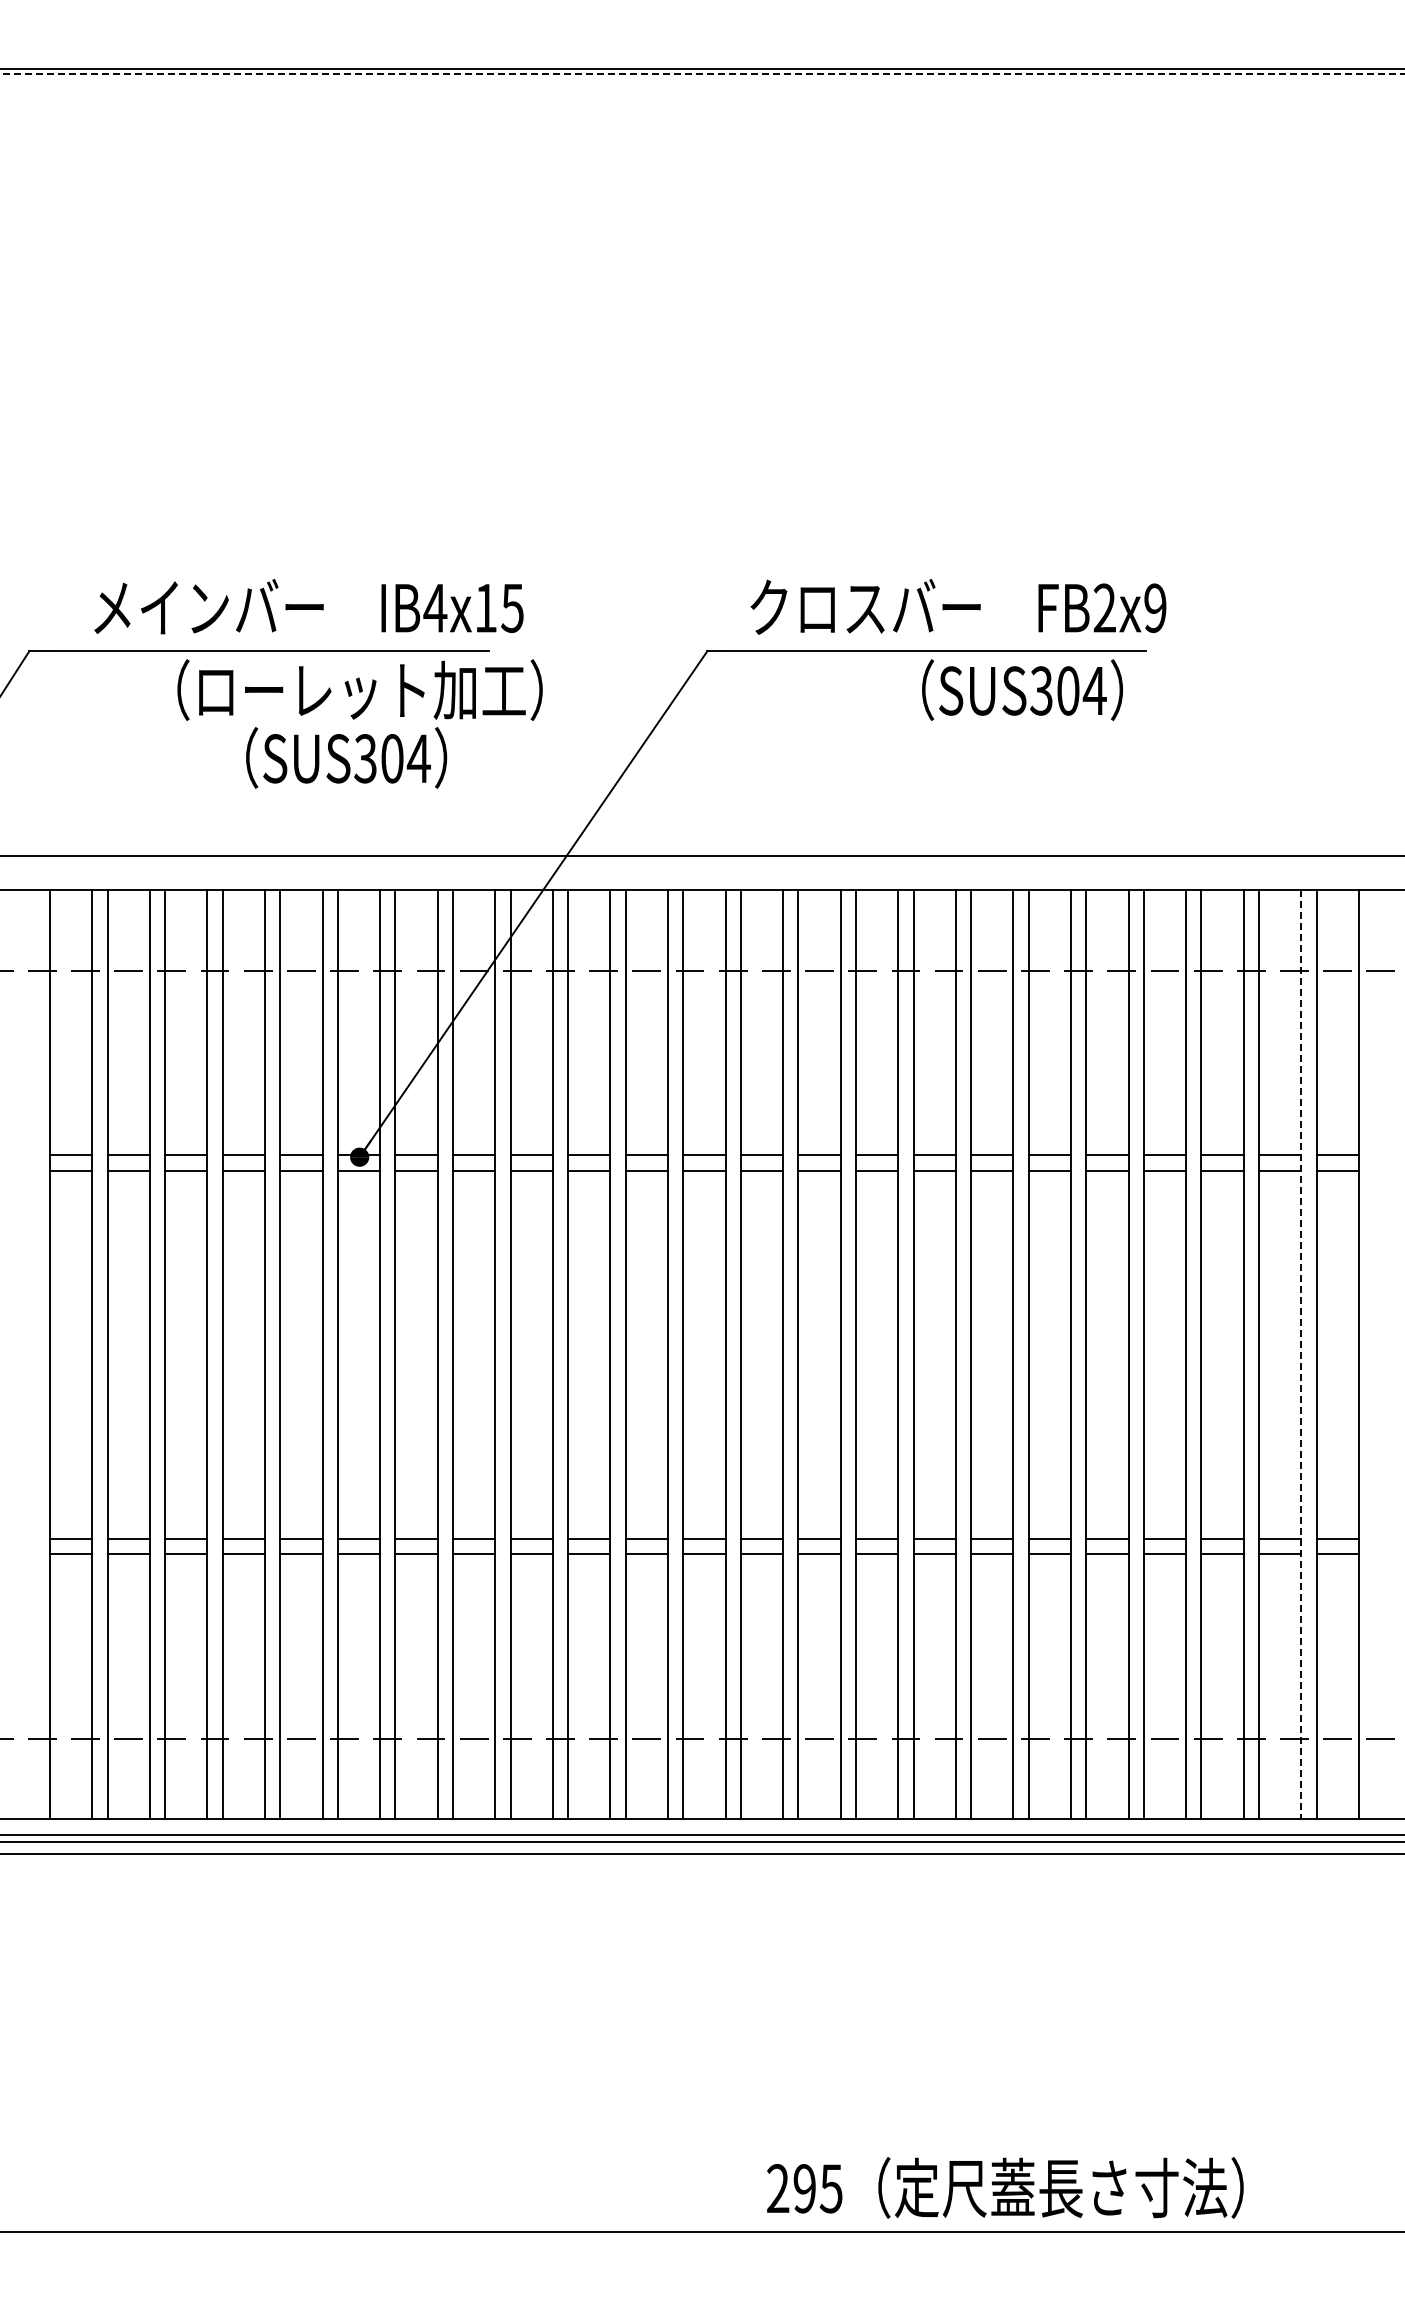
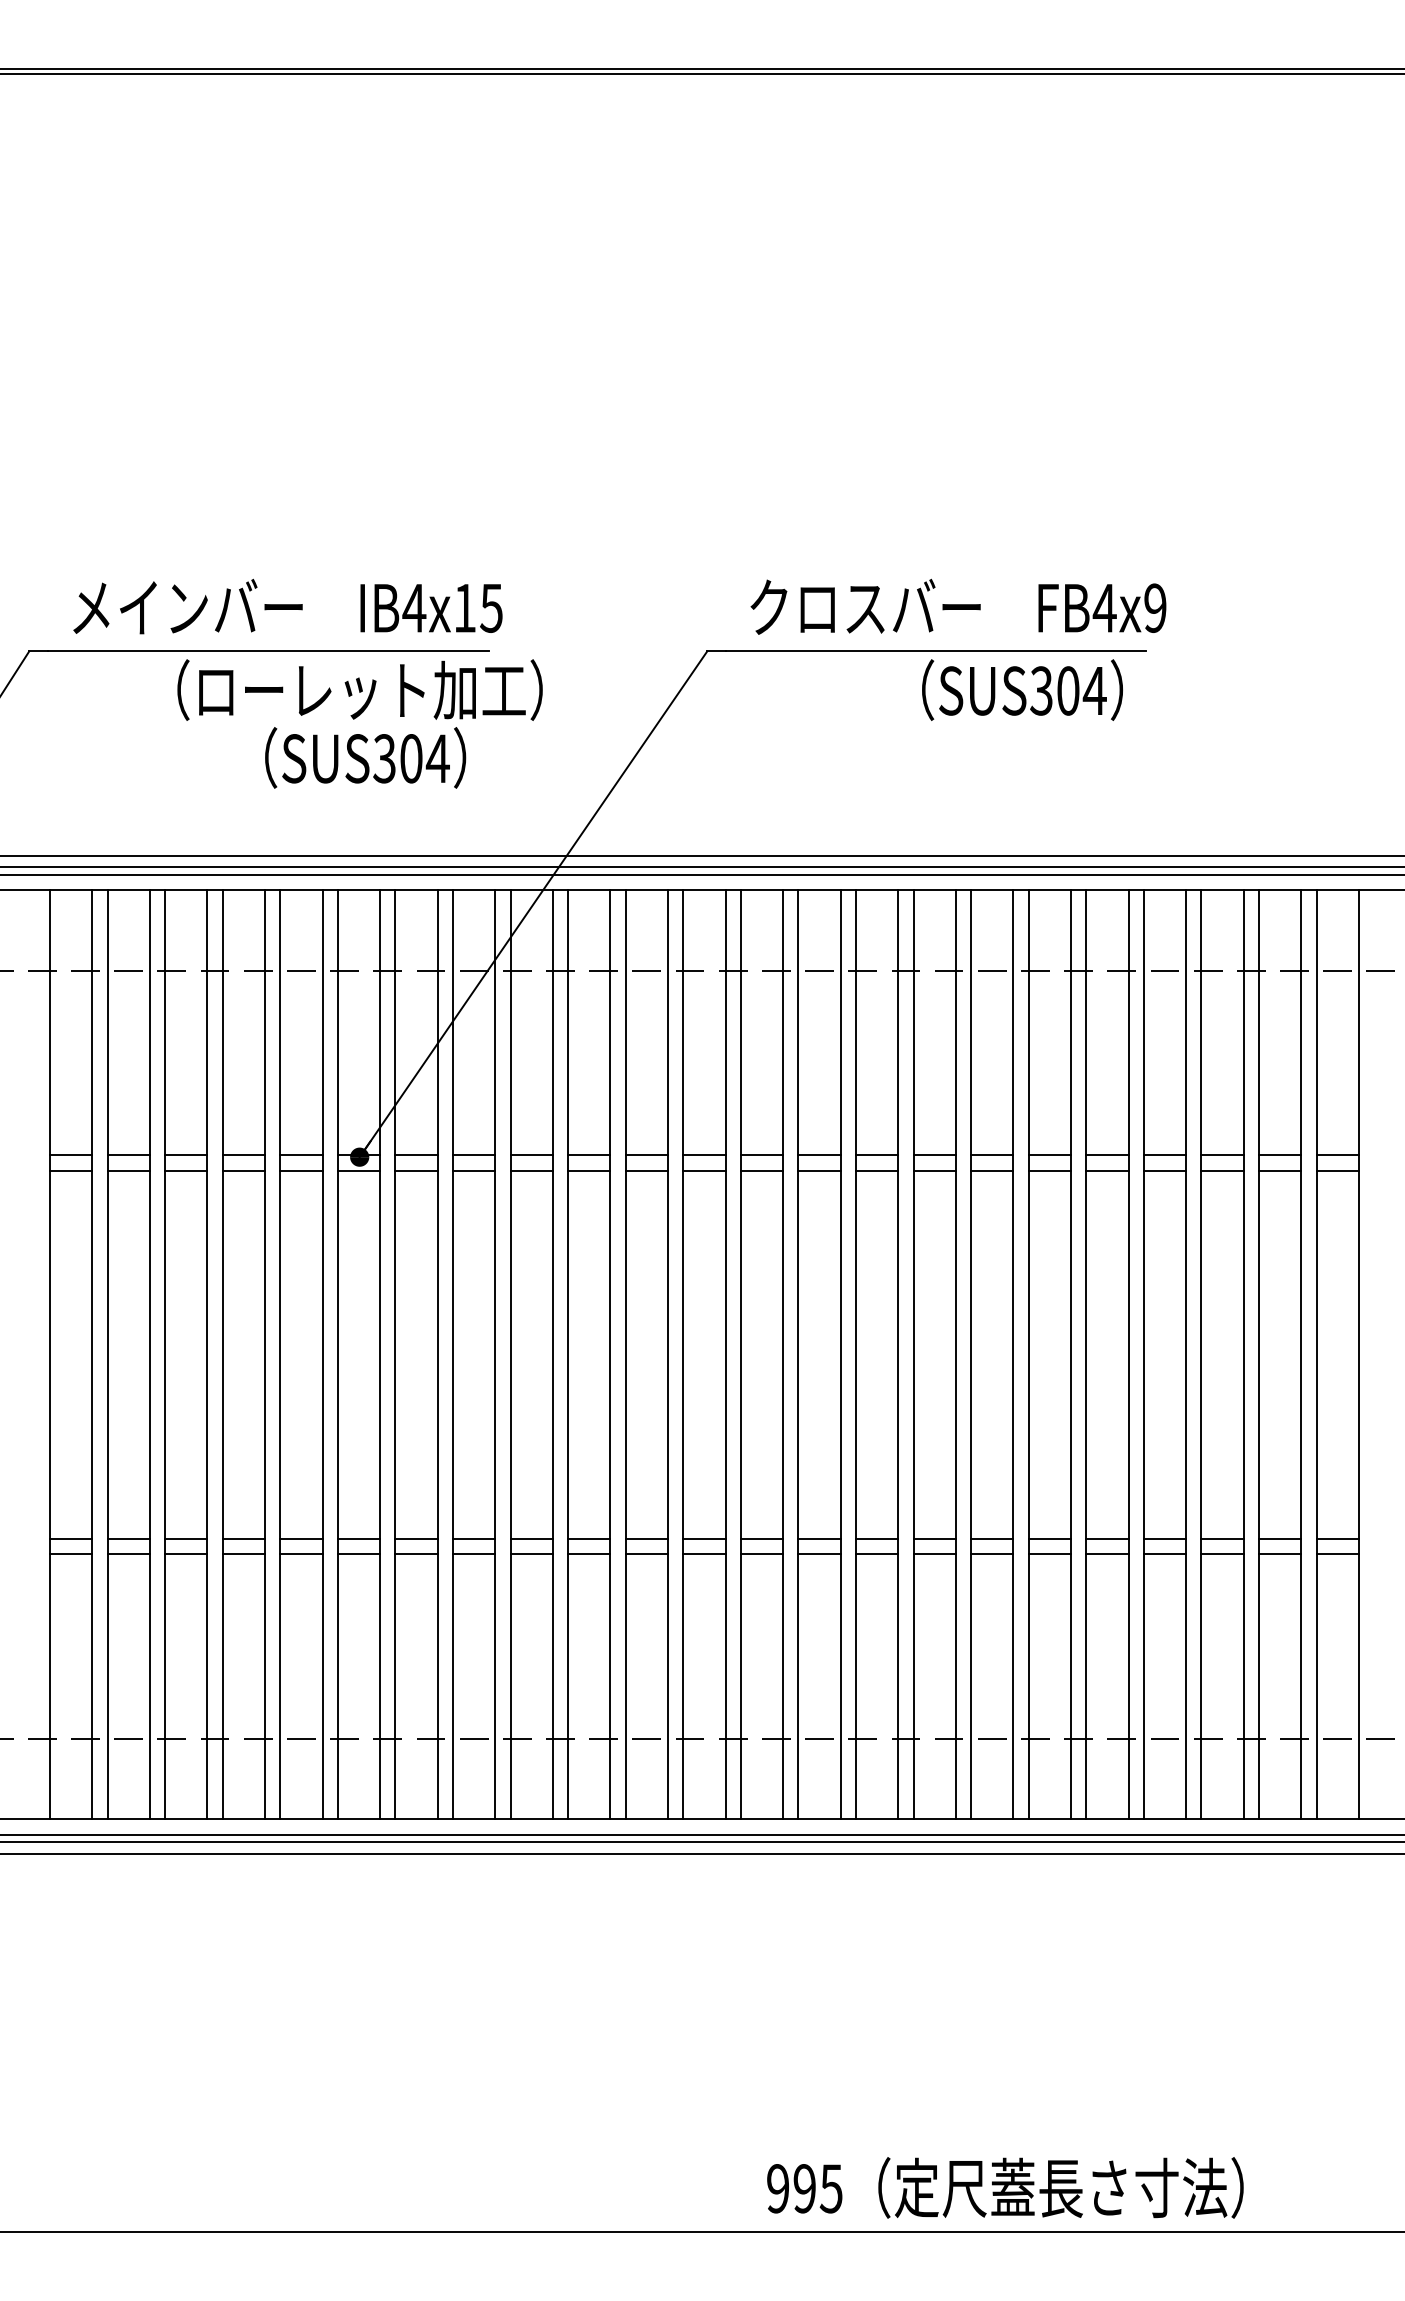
line at (702, 73): dashed -> solid
text at (308, 606) position: (308, 606) -> (287, 606)
text at (1104, 607): FB2x9 -> FB4x9
text at (346, 757) position: (346, 757) -> (365, 757)
line at (701, 867): none -> present
line at (701, 875): none -> present
line at (1301, 1355): dashed -> solid
text at (778, 2188): 295 -> 995
